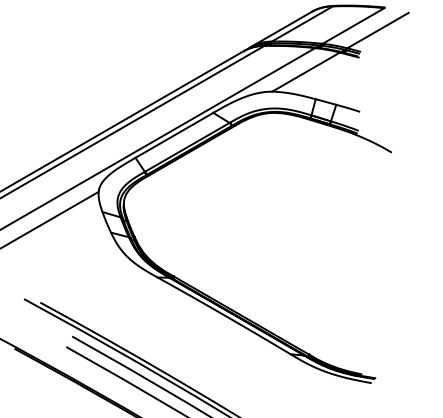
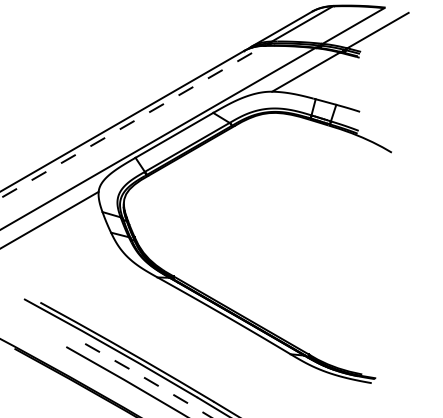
line at (133, 121): solid -> dashed
line at (142, 376): solid -> dashed
